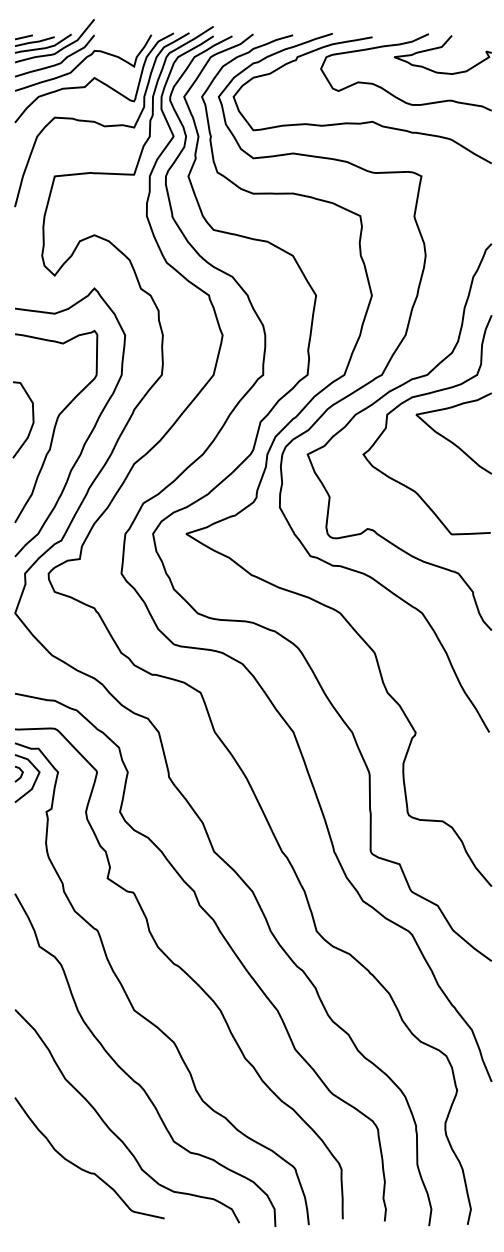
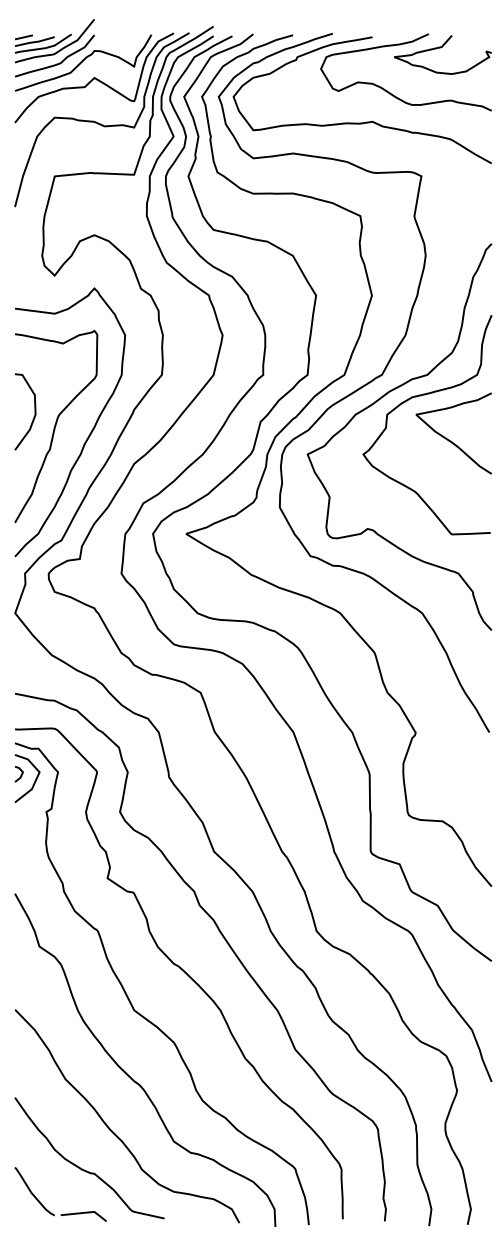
curve at (32, 419) position: (32, 419) -> (34, 411)
part at (65, 1213): none -> present
